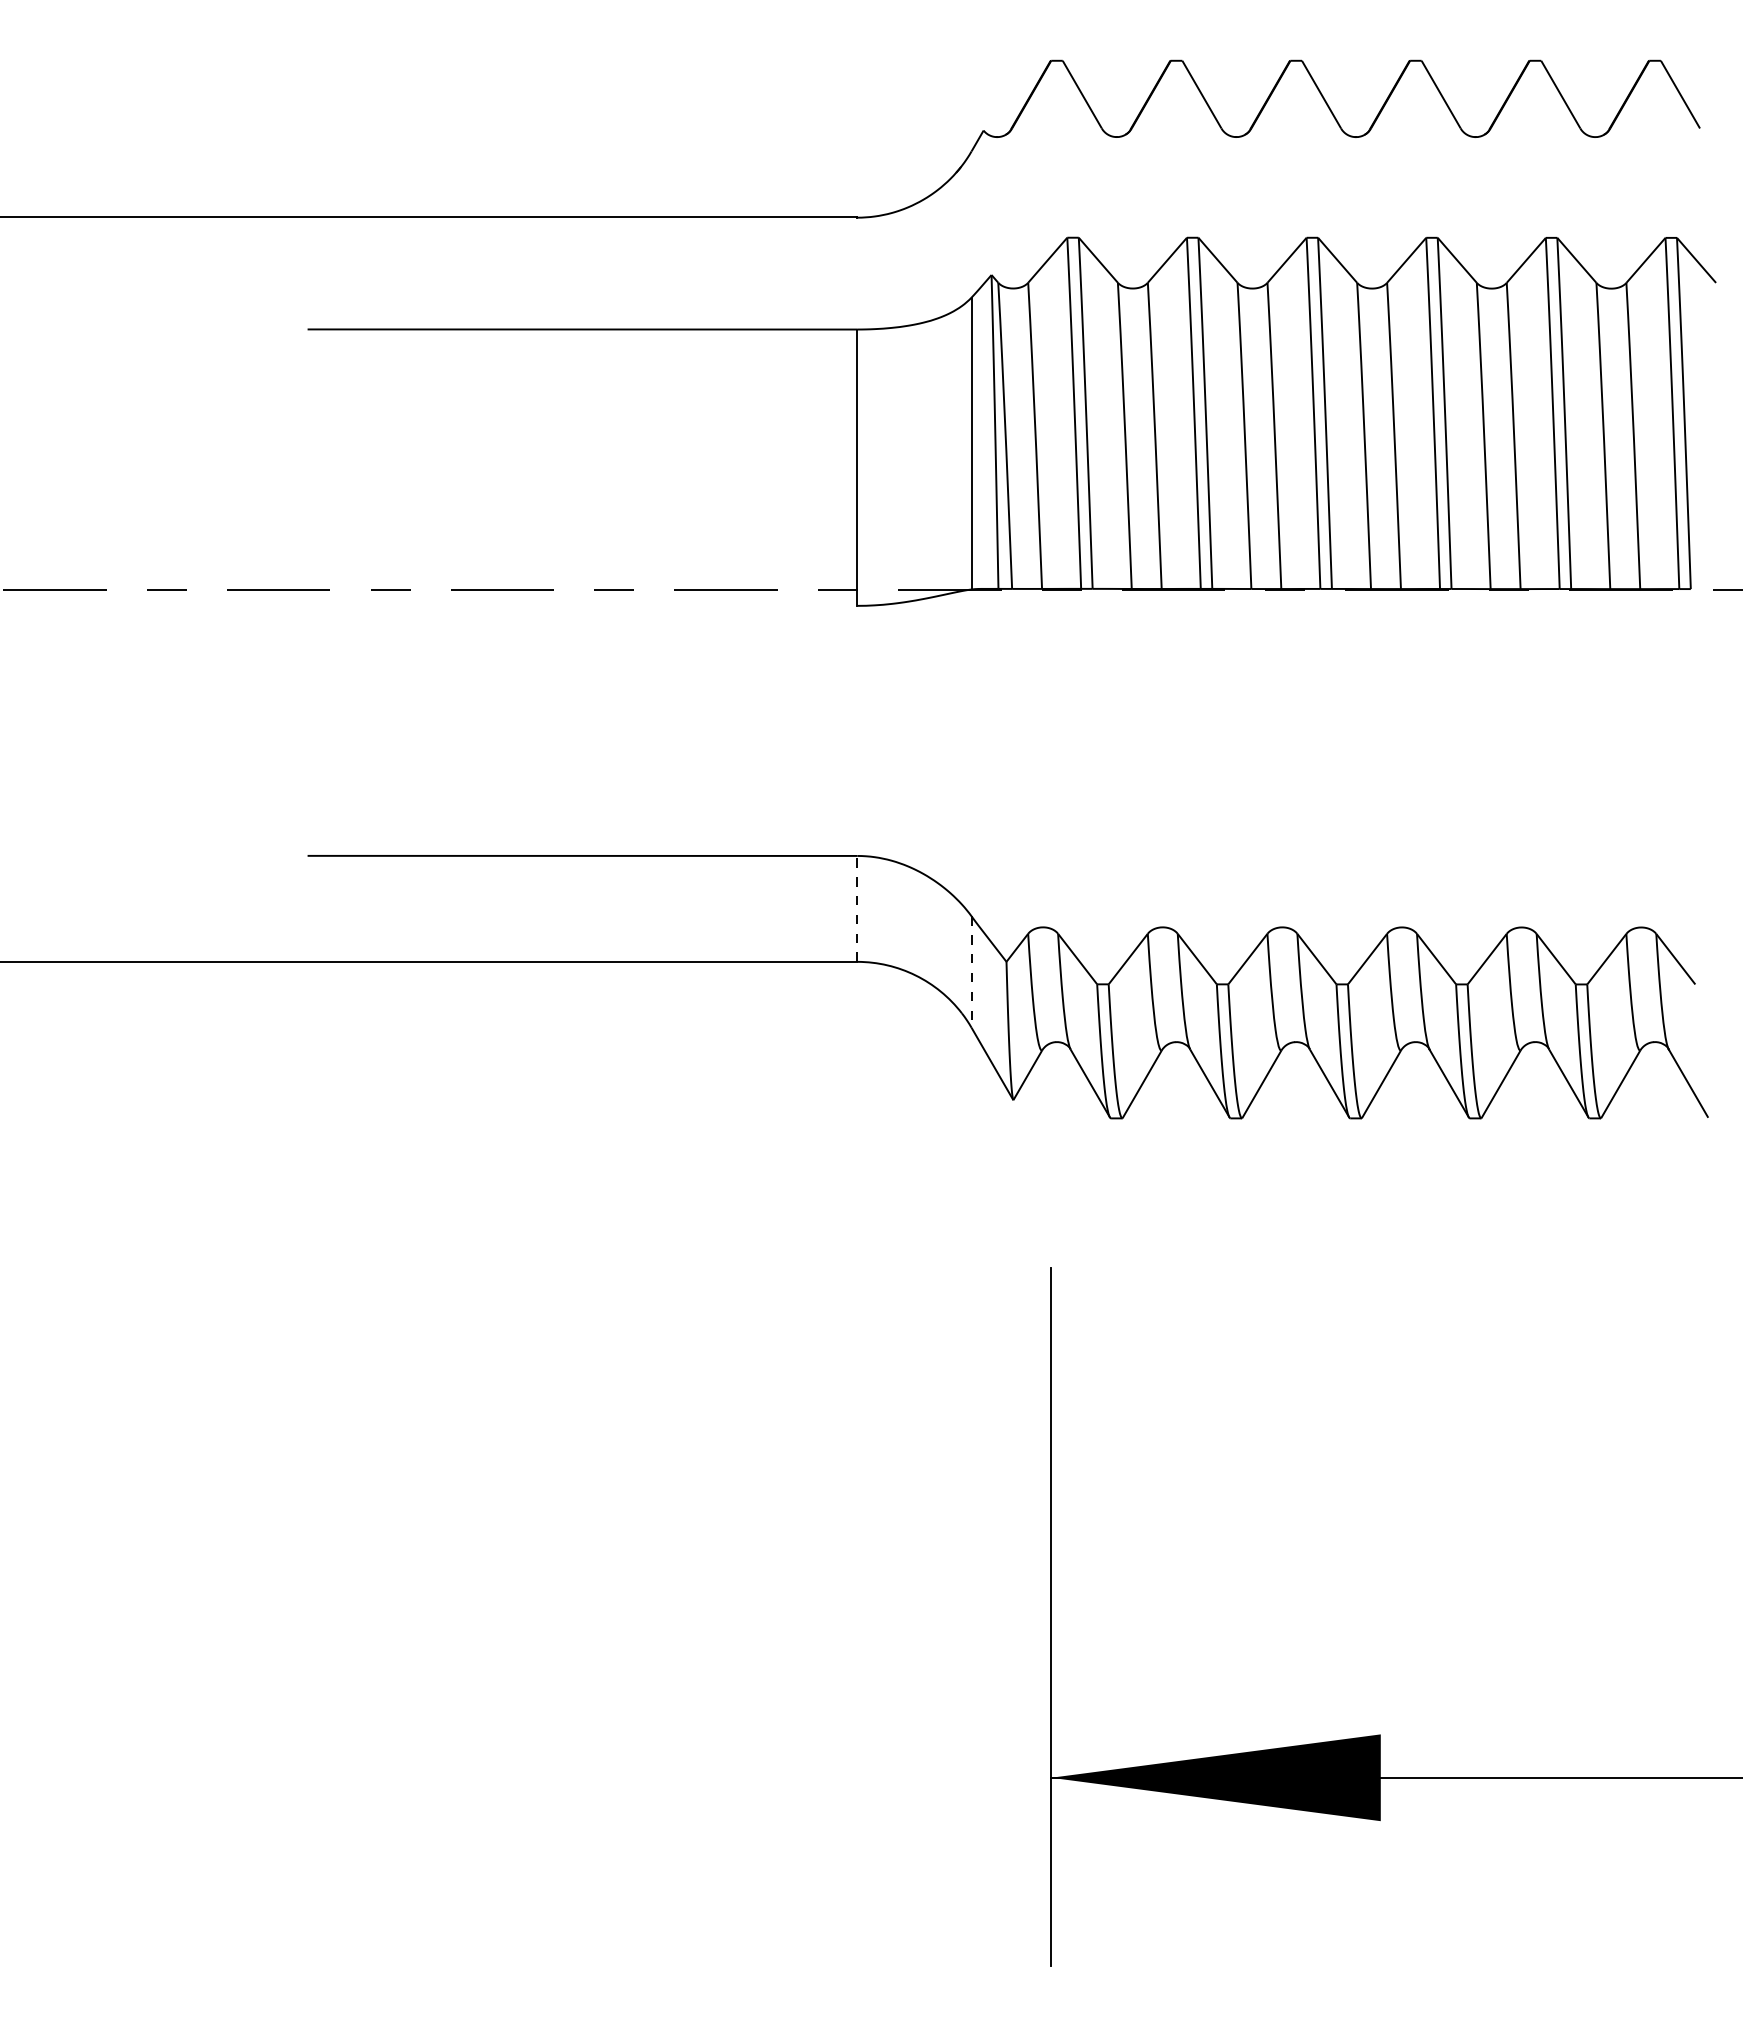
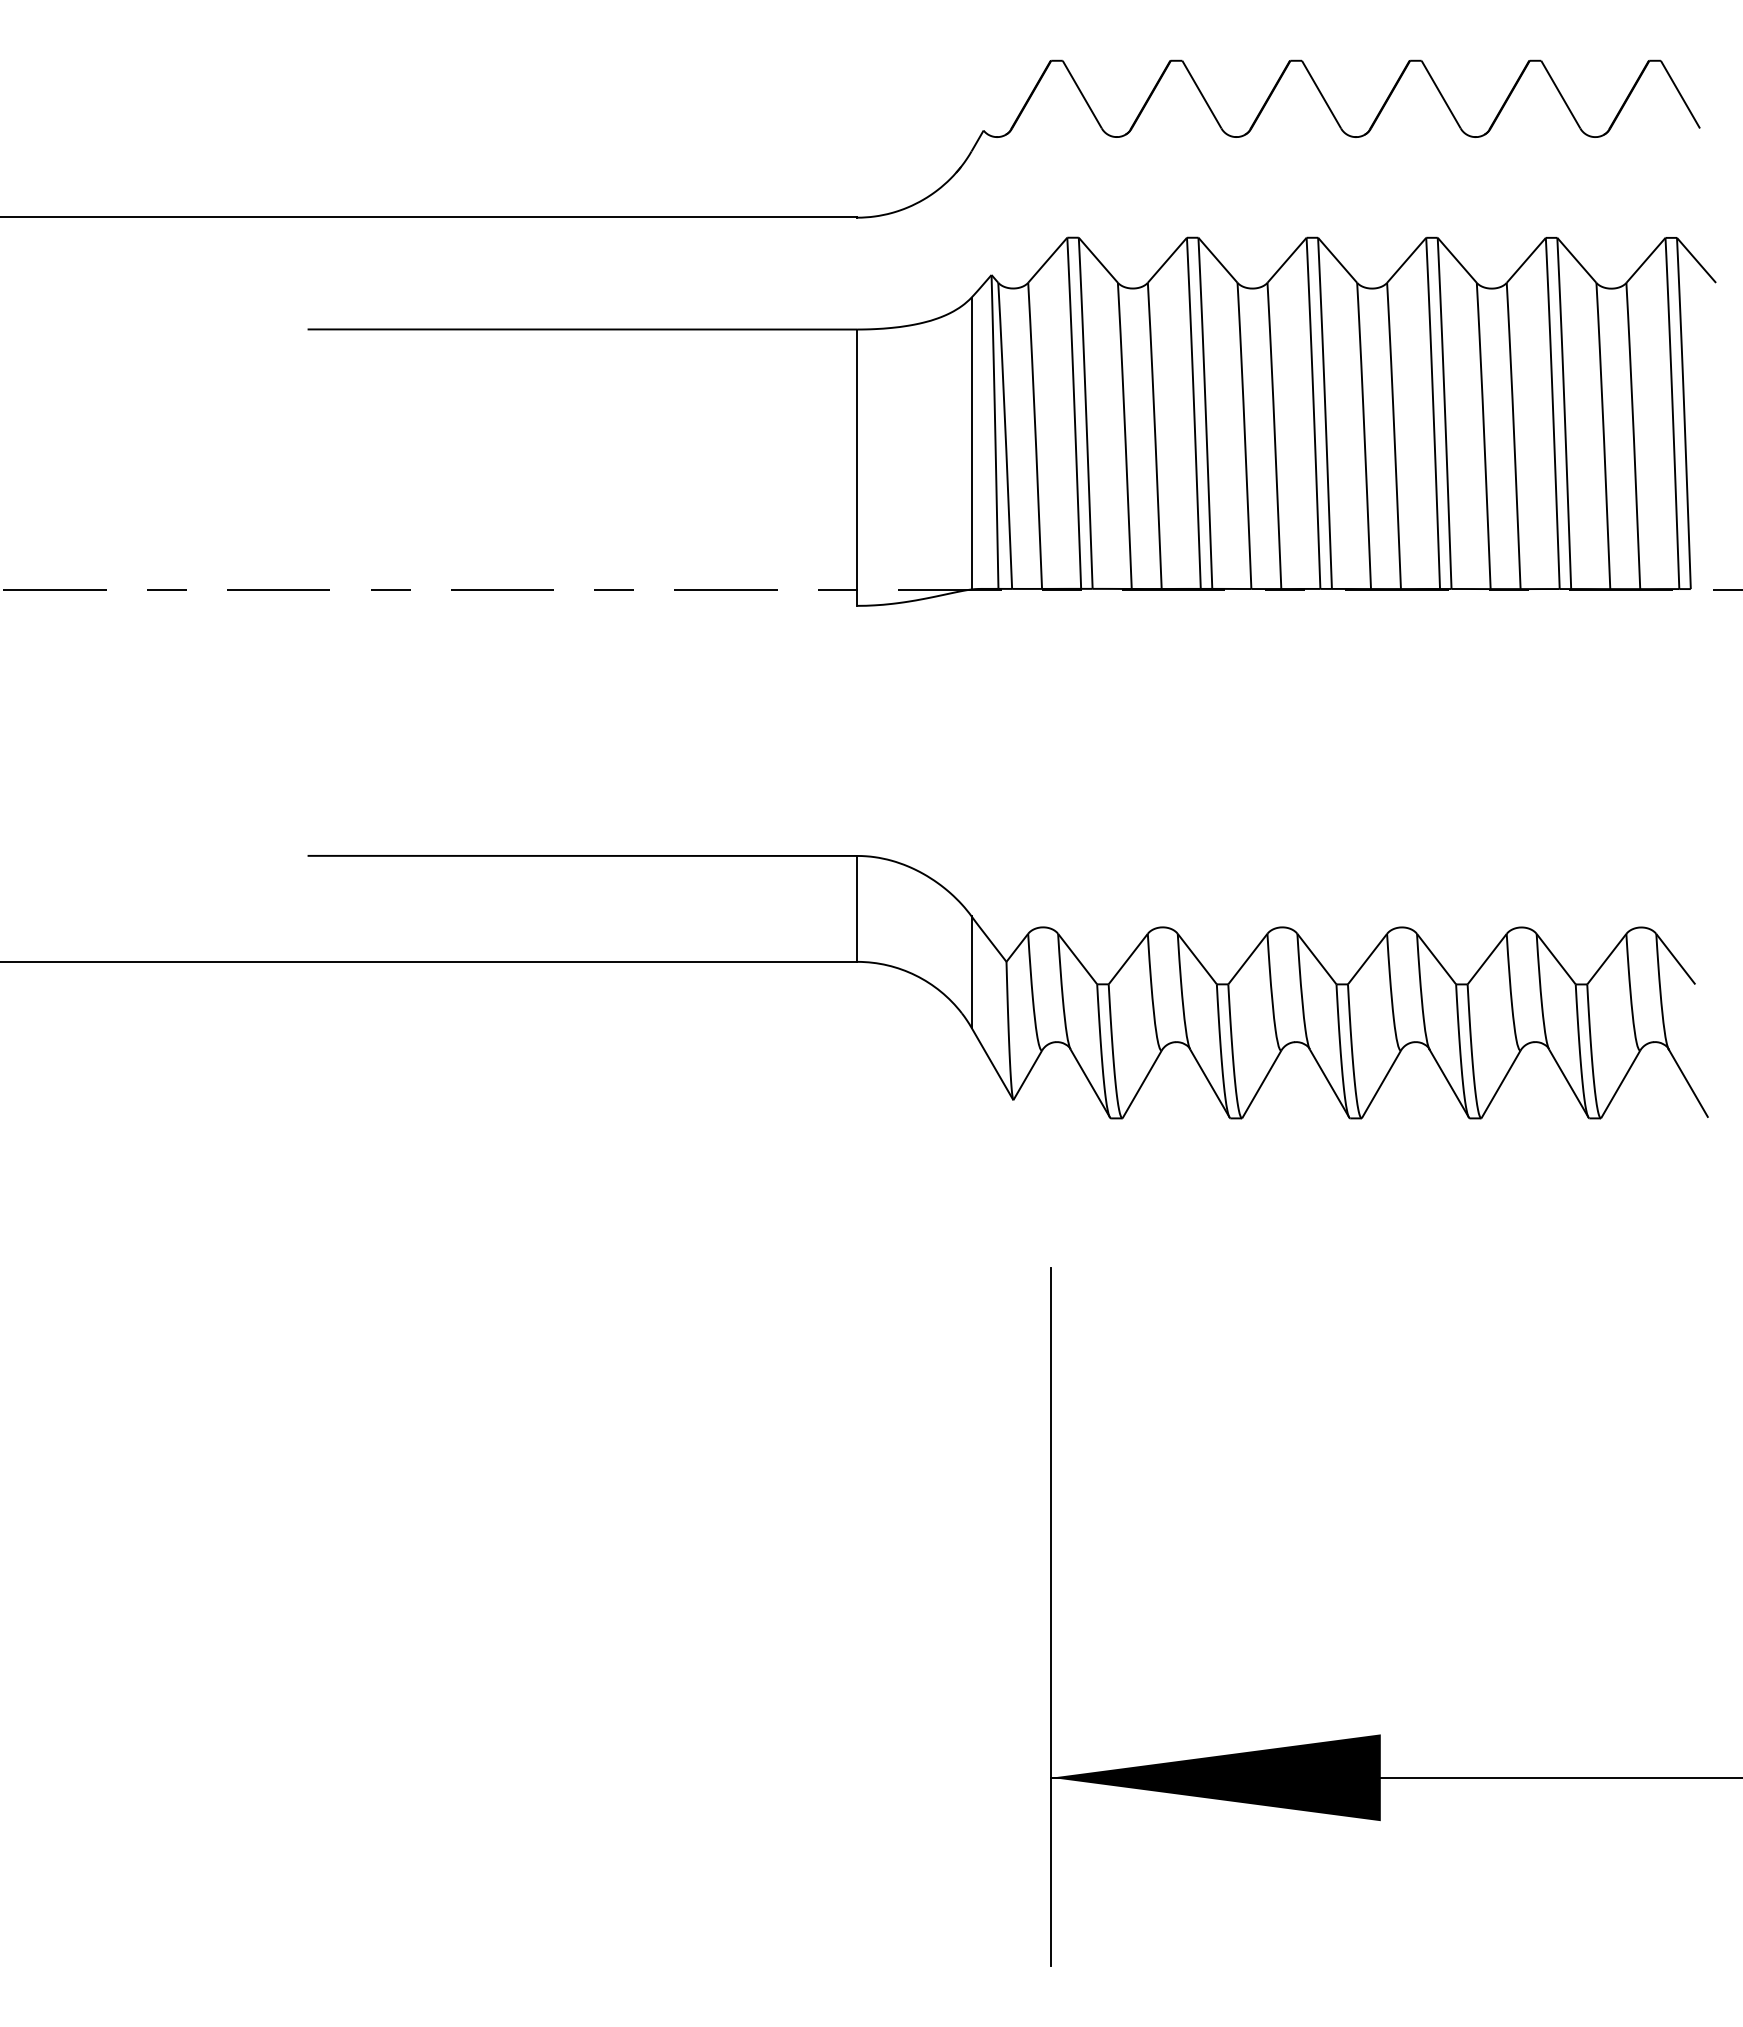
line at (857, 908): dashed -> solid
line at (971, 972): dashed -> solid
